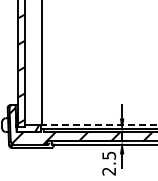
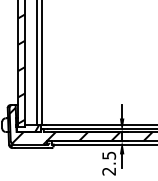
line at (37, 63): none -> present
line at (101, 124): dashed -> solid
